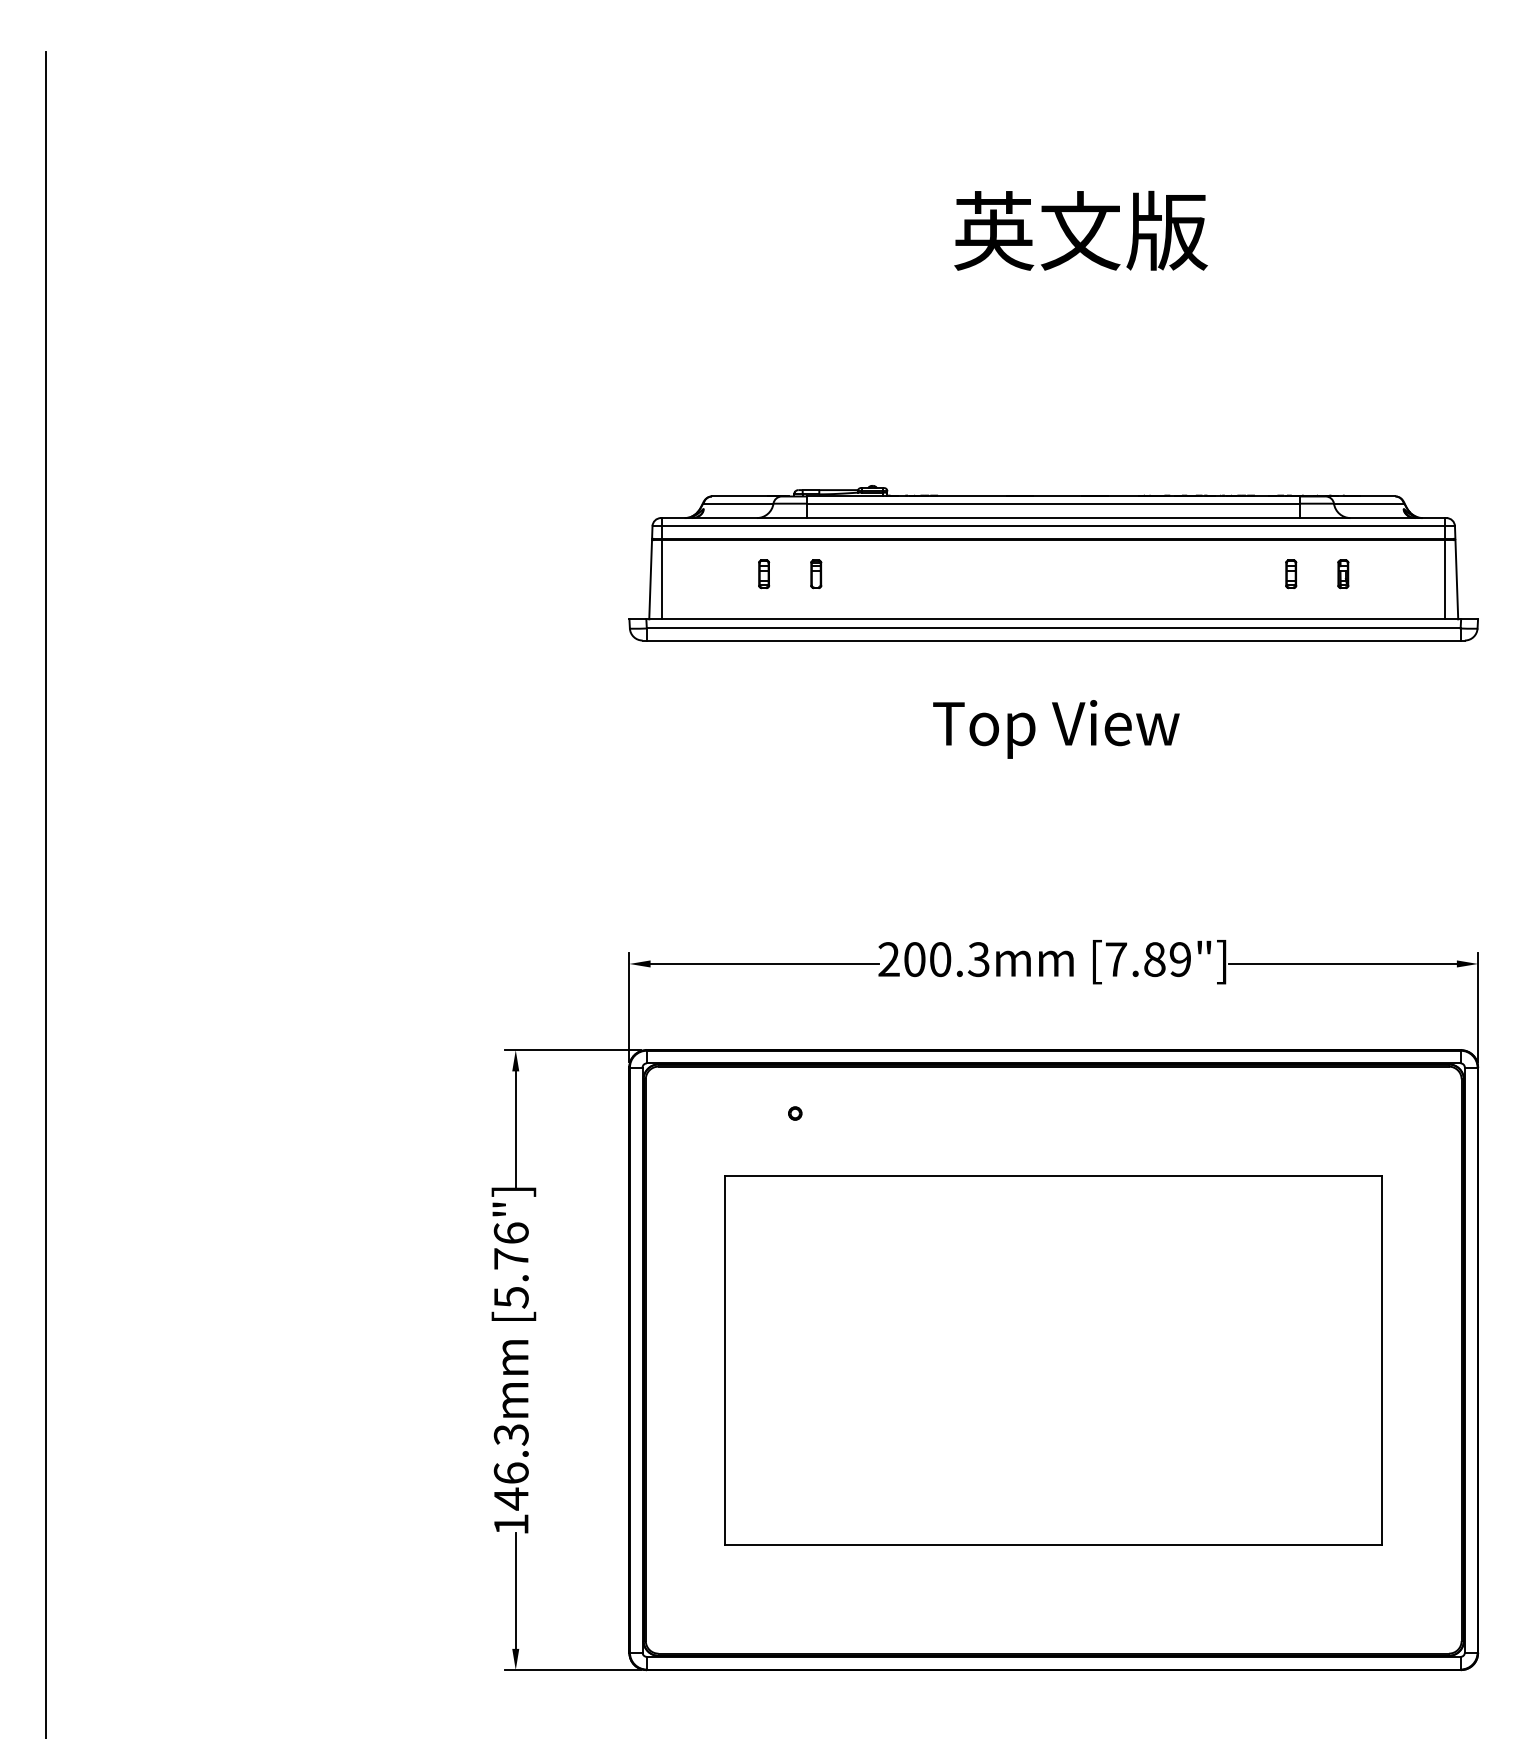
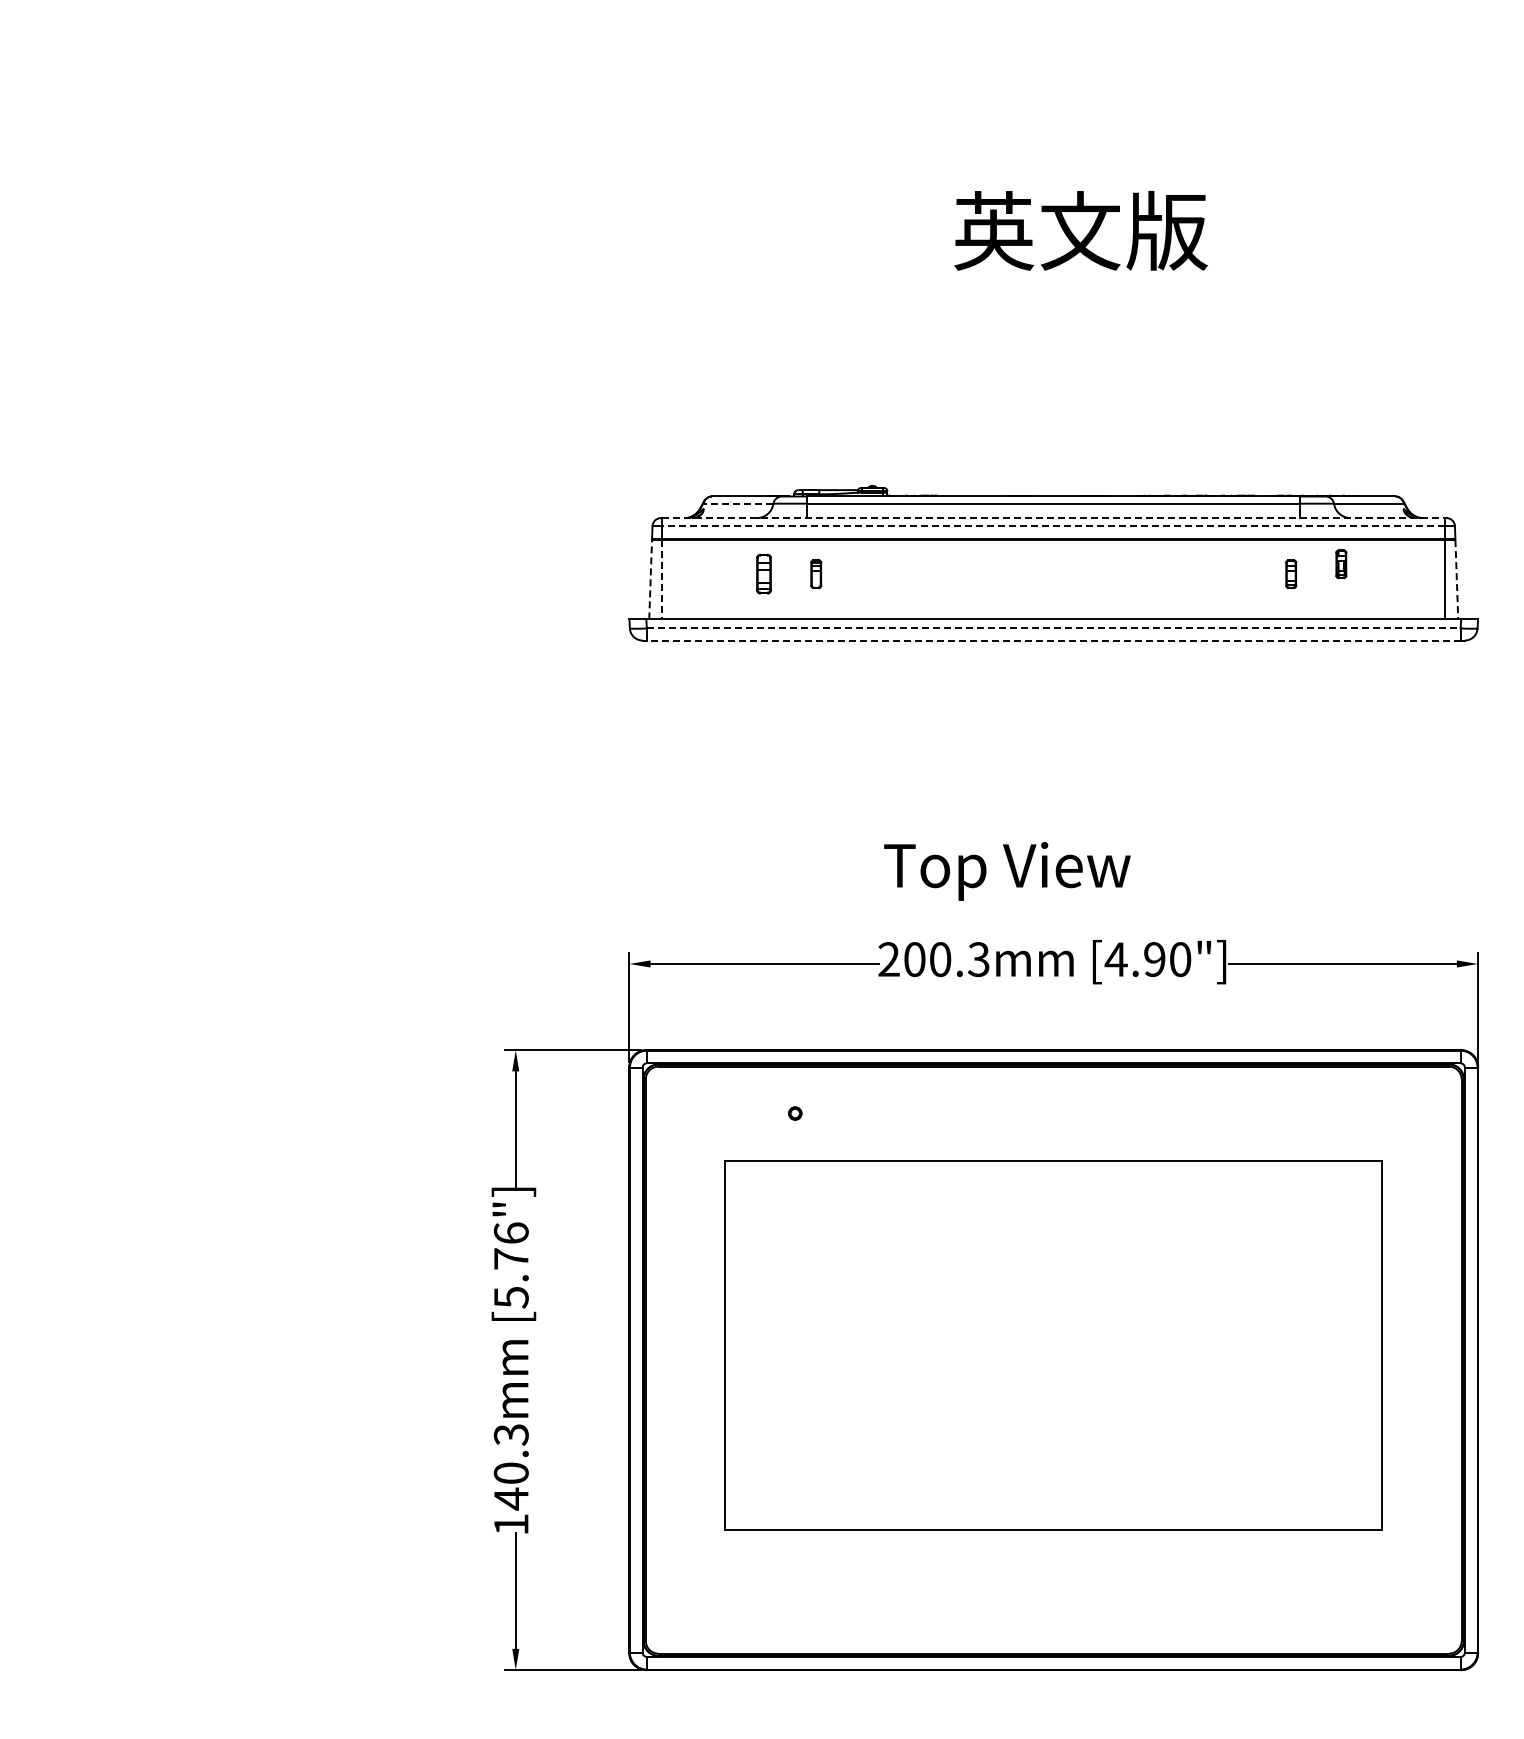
line at (738, 503): solid -> dashed
line at (1054, 518): solid -> dashed
line at (1053, 526): solid -> dashed
part at (764, 574) size: 13x31 px -> 16x42 px
part at (1343, 574) position: (1343, 574) -> (1341, 564)
line at (650, 579): solid -> dashed
line at (662, 579): solid -> dashed
line at (1456, 579): solid -> dashed
line at (1053, 628): solid -> dashed
line at (1053, 640): solid -> dashed
text at (1056, 729) position: (1056, 729) -> (1007, 871)
line at (45, 893): present -> none
text at (1147, 959): [7.89"] -> [4.90"]
part at (1053, 1360) position: (1053, 1360) -> (1053, 1345)
text at (510, 1472): 146.3mm -> 140.3mm
